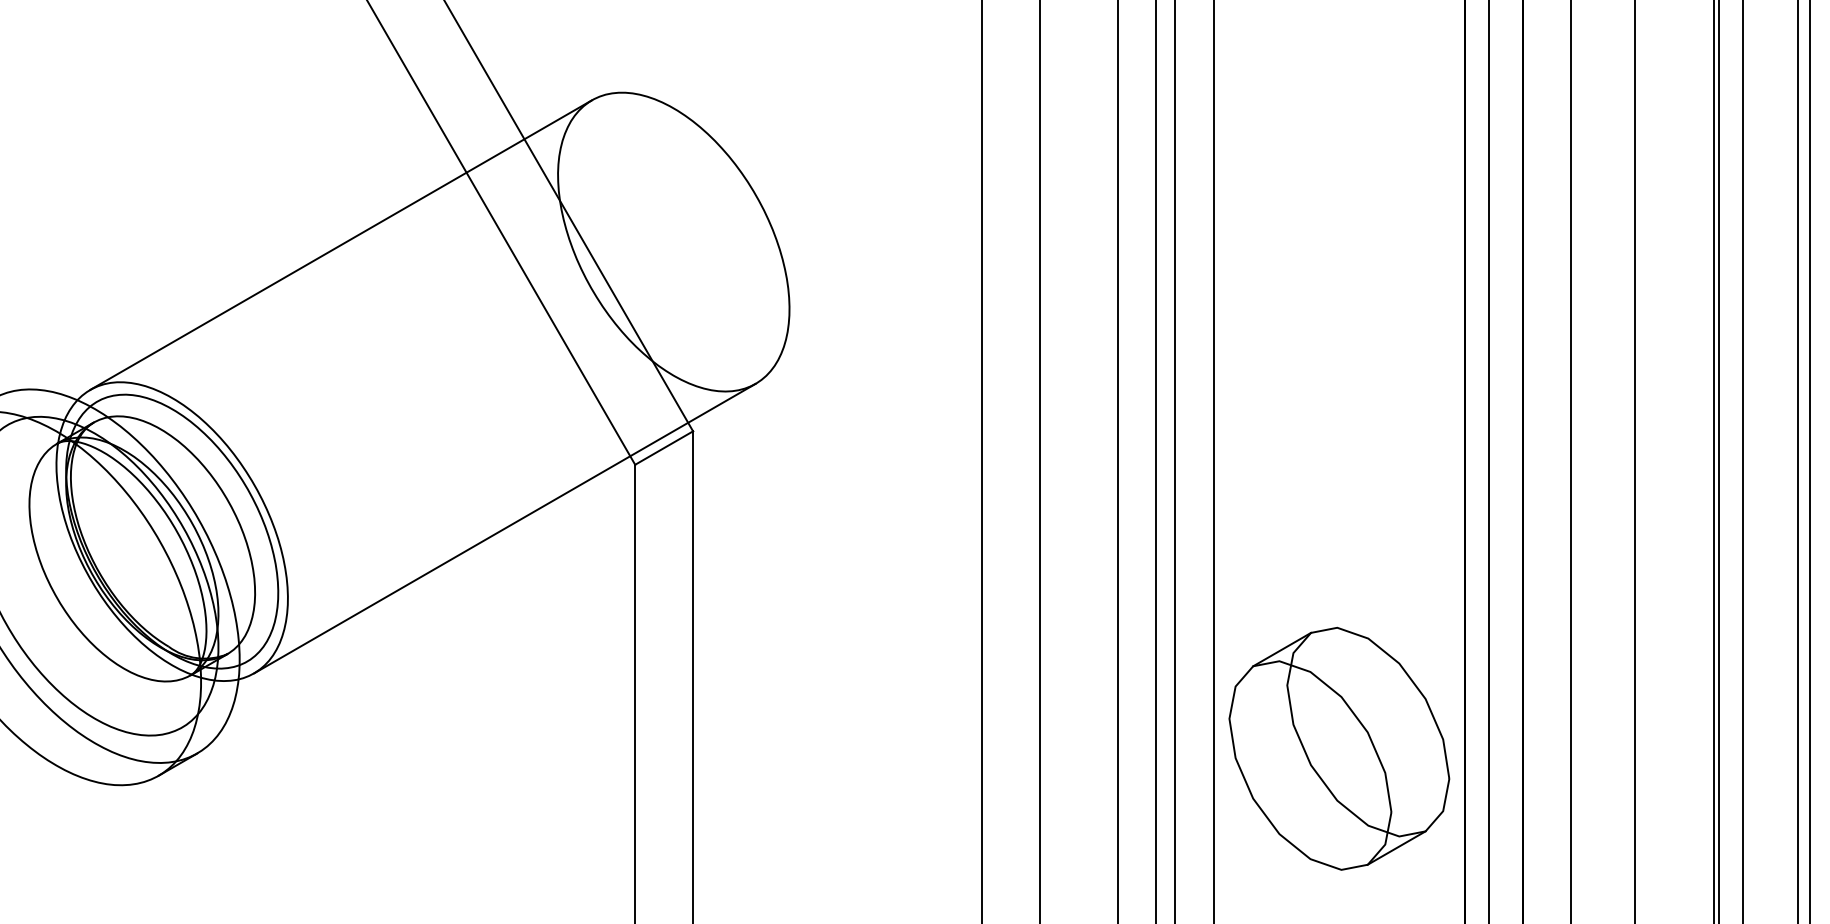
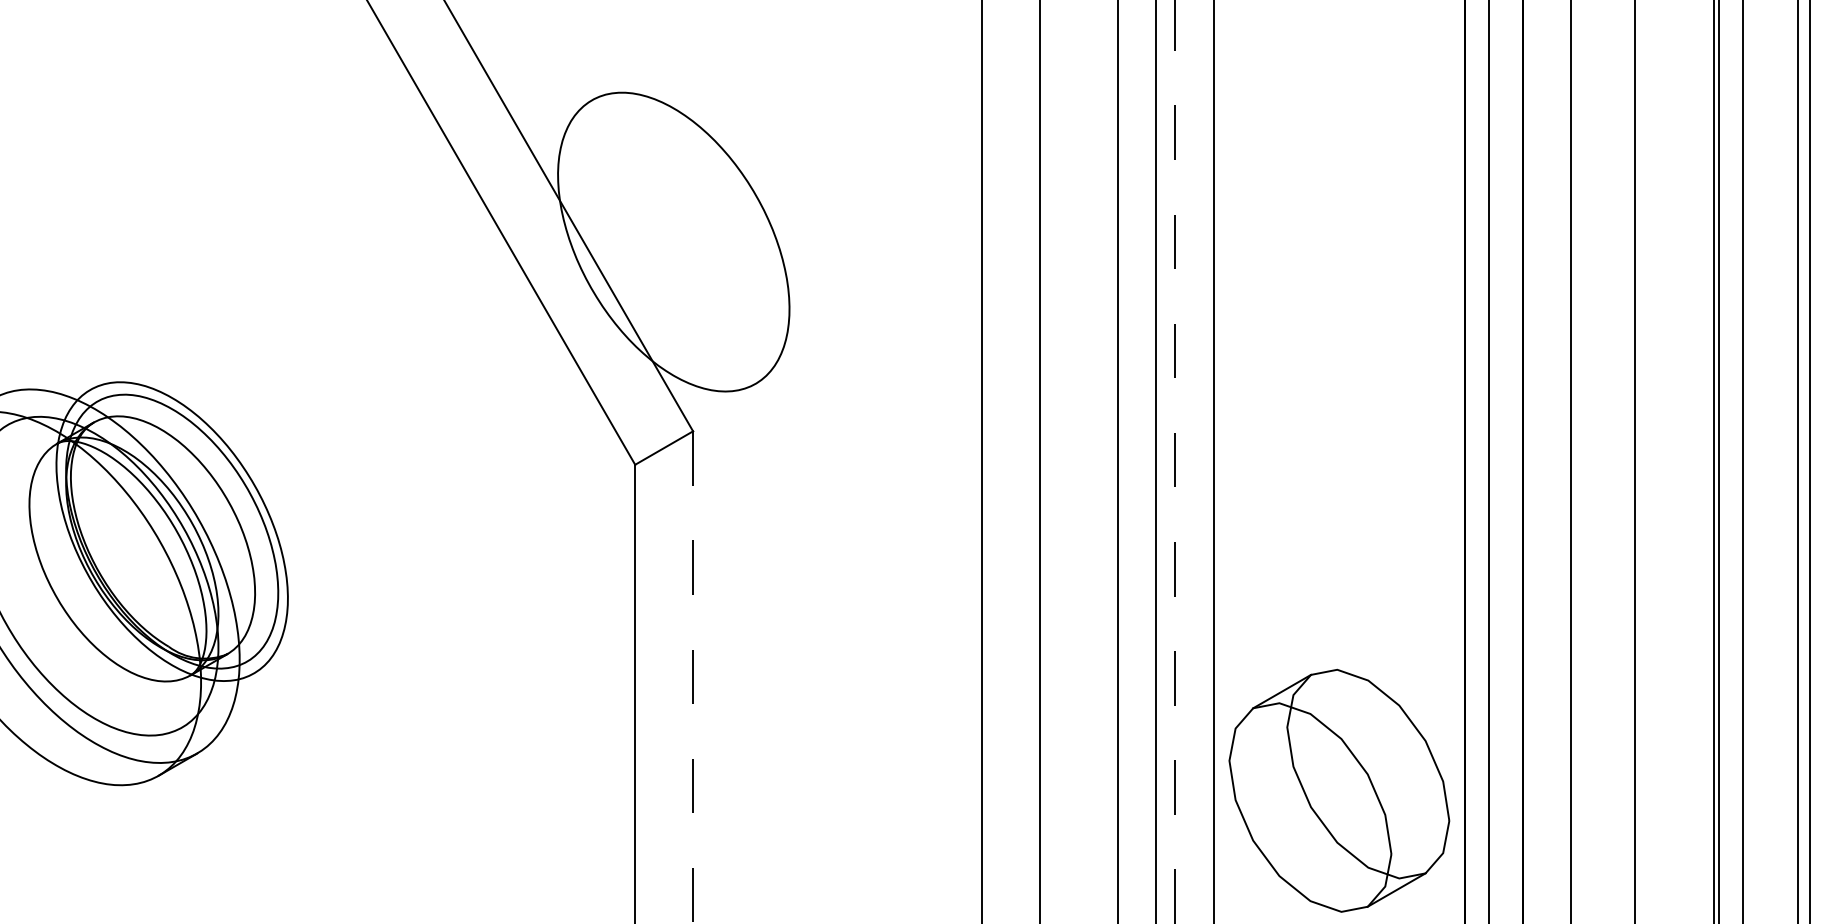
line at (340, 244): present -> none
line at (1175, 461): solid -> dashed
line at (504, 528): present -> none
line at (693, 678): solid -> dashed
part at (1339, 748) position: (1339, 748) -> (1339, 790)
